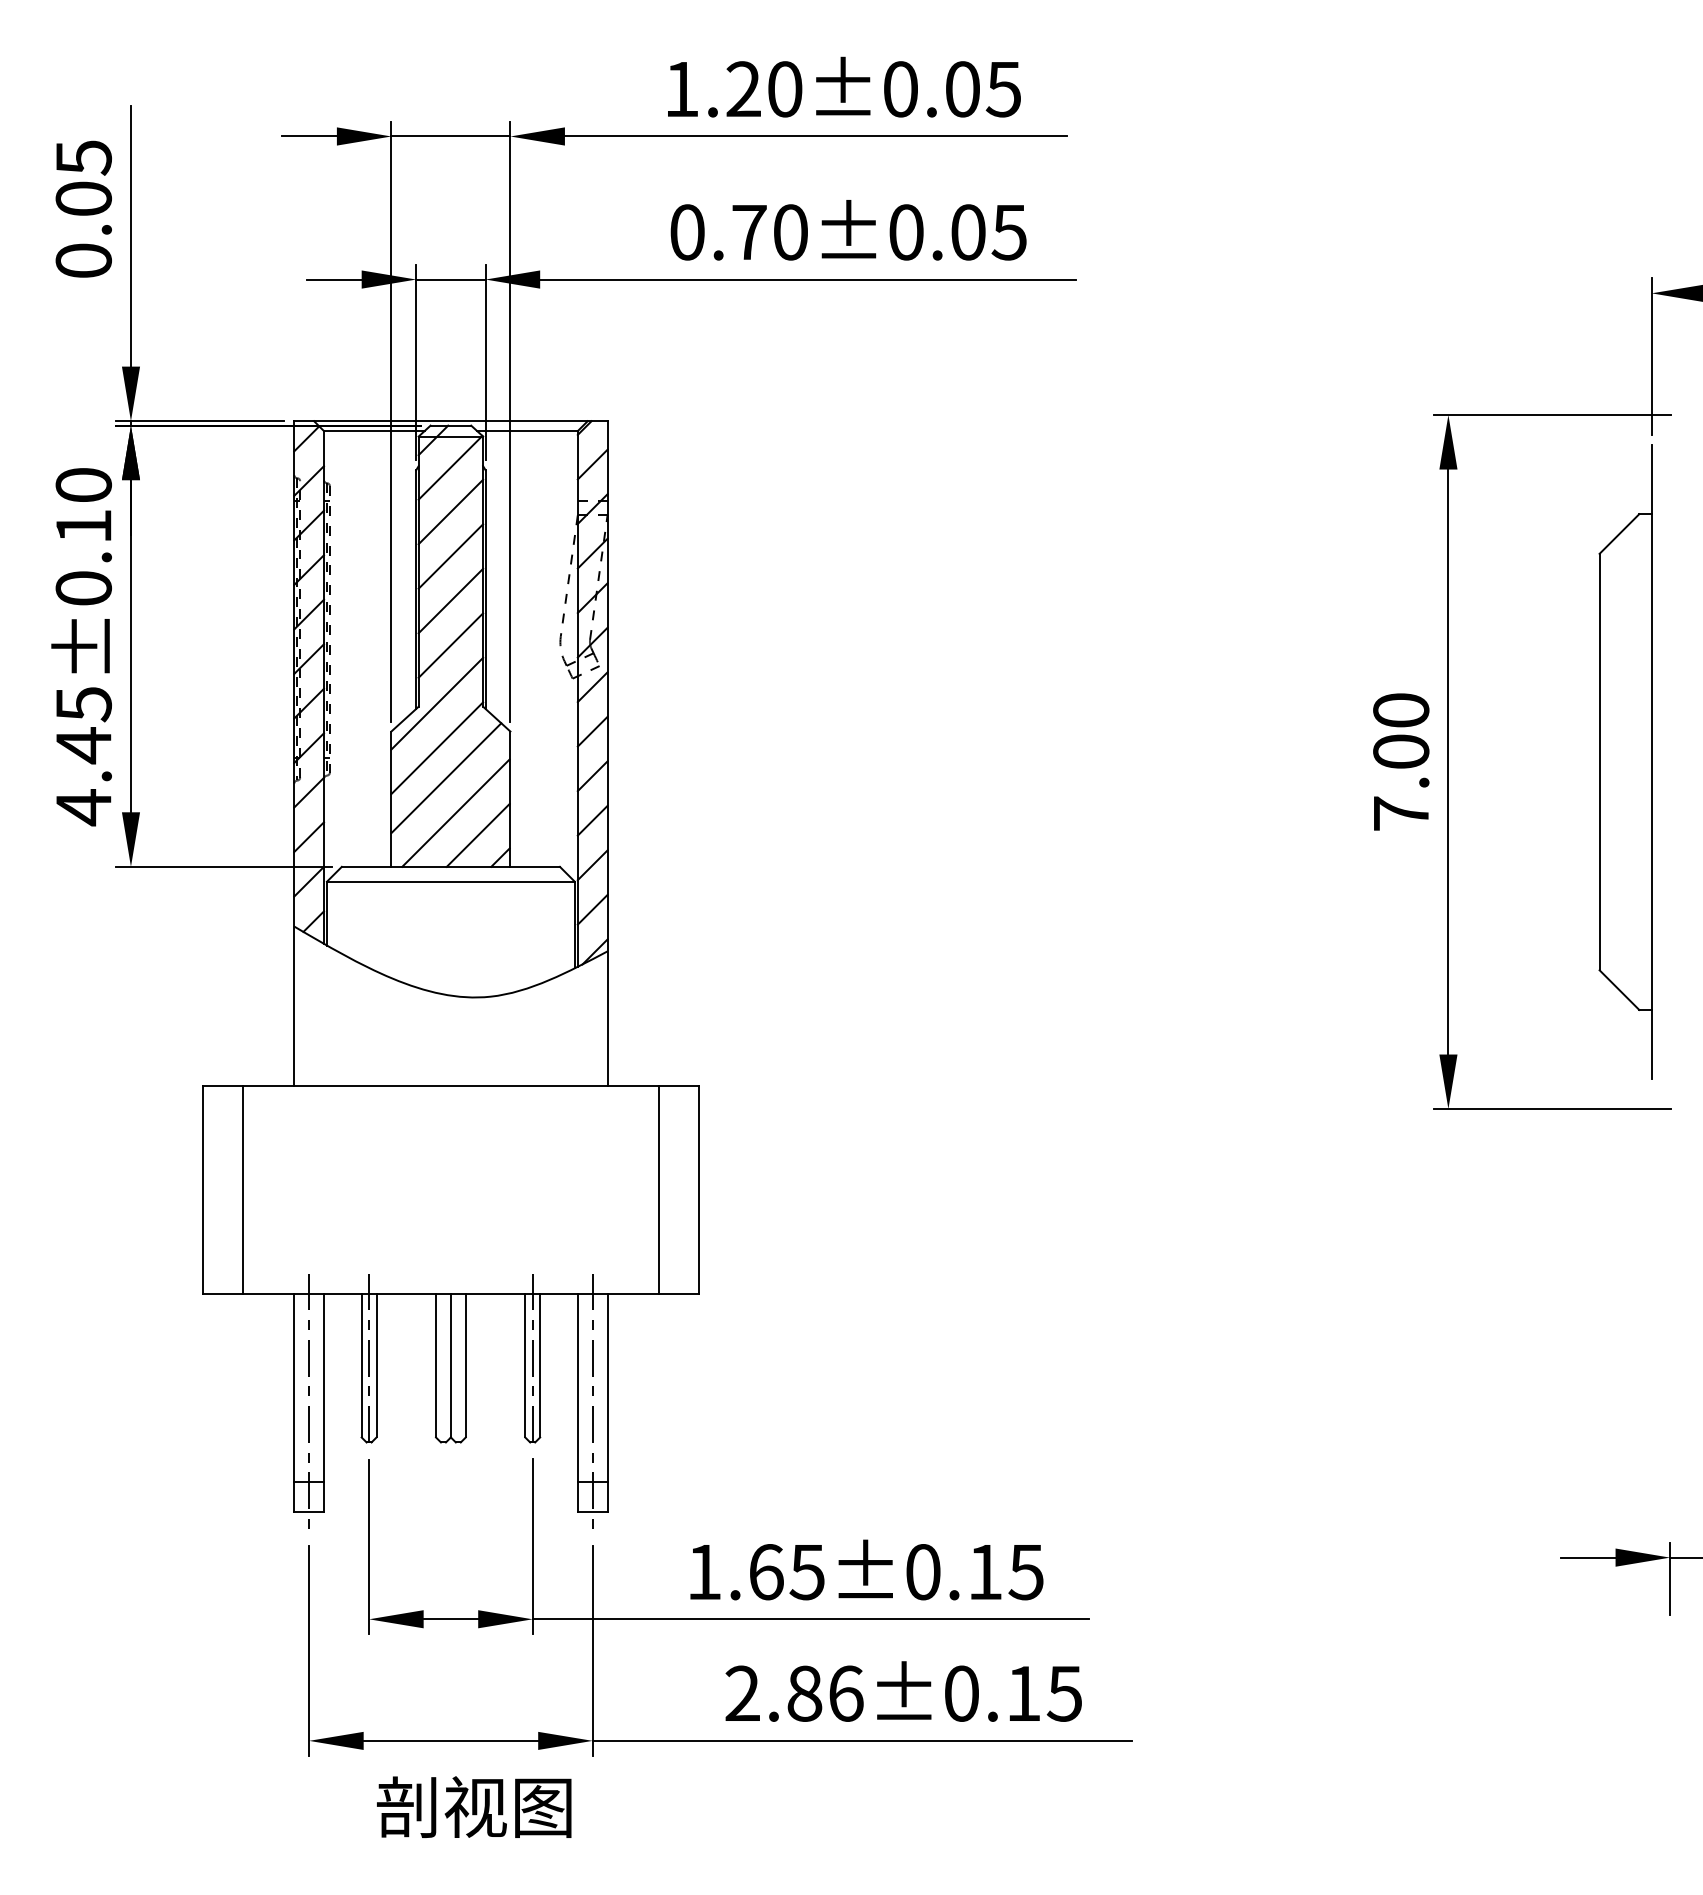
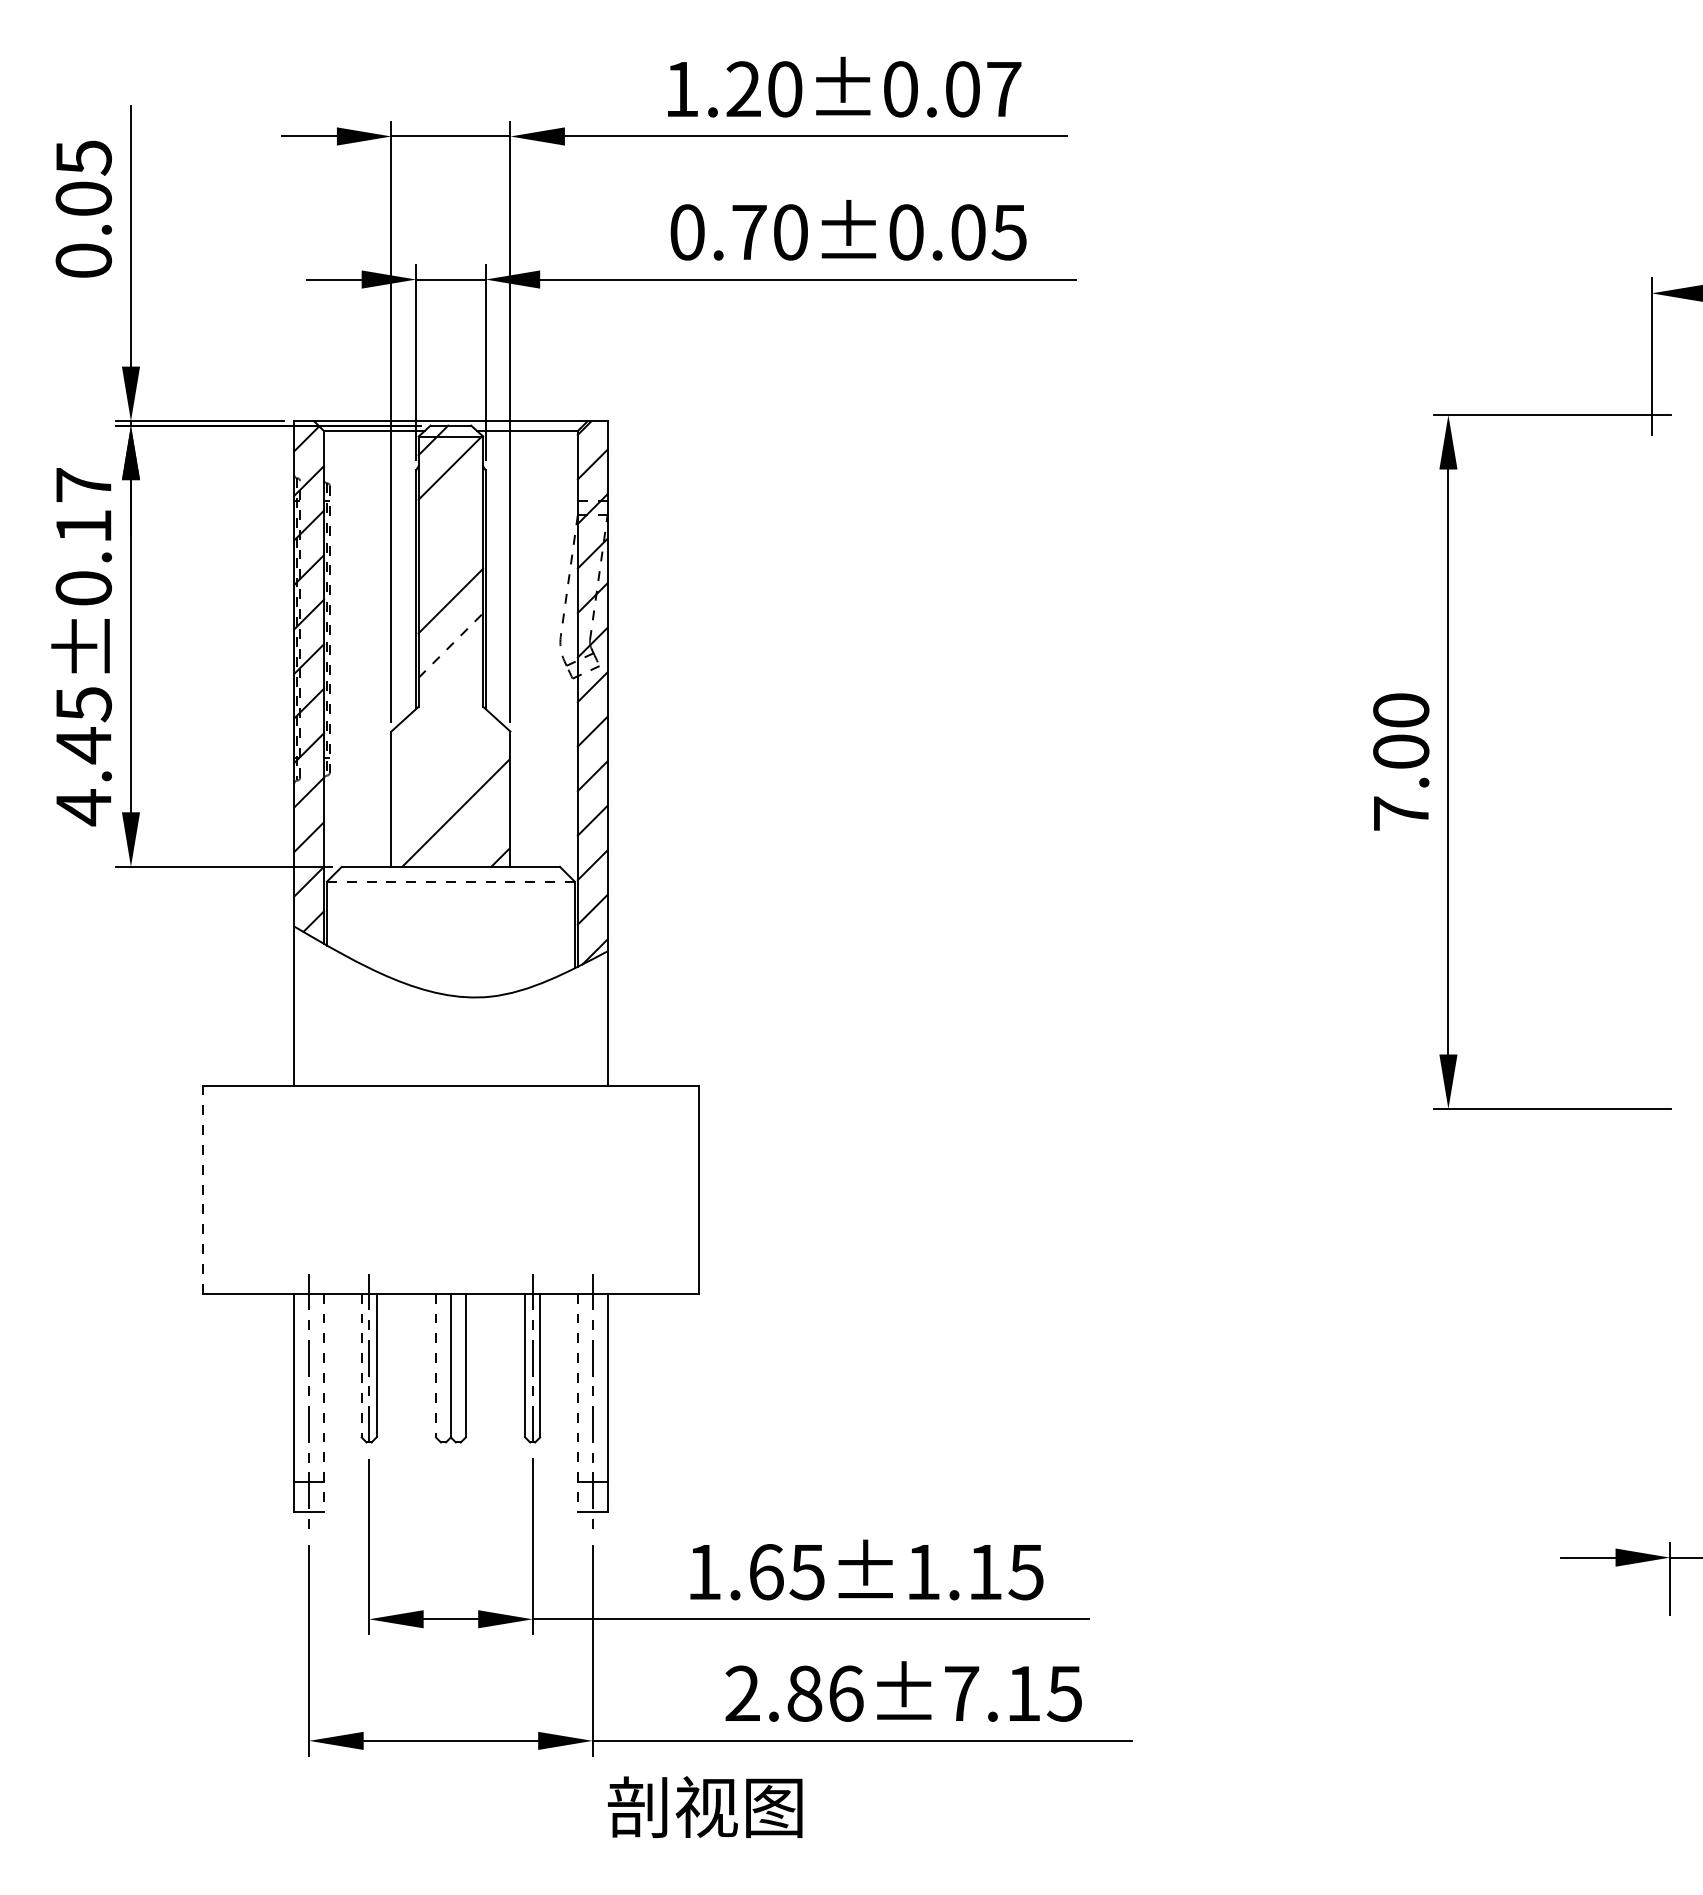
text at (1003, 89): 1.20±0.05 -> 1.20±0.07
text at (83, 485): 4.45±0.10 -> 4.45±0.17
line at (450, 511): present -> none
line at (450, 556): present -> none
line at (450, 645): solid -> dashed
line at (437, 703): present -> none
line at (437, 748): present -> none
part at (1625, 761): present -> none
line at (446, 778): present -> none
line at (477, 834): present -> none
line at (450, 881): solid -> dashed
line at (203, 1189): solid -> dashed
line at (242, 1189): present -> none
line at (659, 1189): present -> none
line at (361, 1365): solid -> dashed
line at (436, 1365): solid -> dashed
line at (323, 1403): solid -> dashed
line at (577, 1403): solid -> dashed
text at (923, 1572): 1.65±0.15 -> 1.65±1.15
text at (962, 1693): 2.86±0.15 -> 2.86±7.15
text at (474, 1806) position: (474, 1806) -> (705, 1806)
